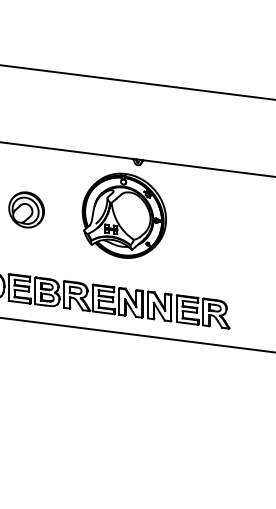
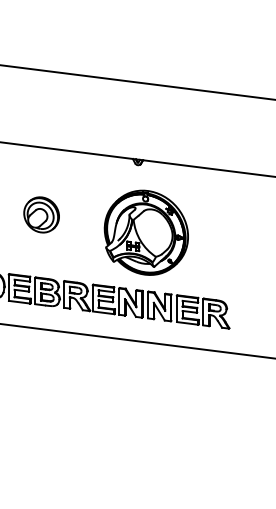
part at (26, 209) position: (26, 209) -> (41, 214)
part at (123, 215) position: (123, 215) -> (145, 232)
line at (137, 335) position: (137, 335) -> (137, 341)
